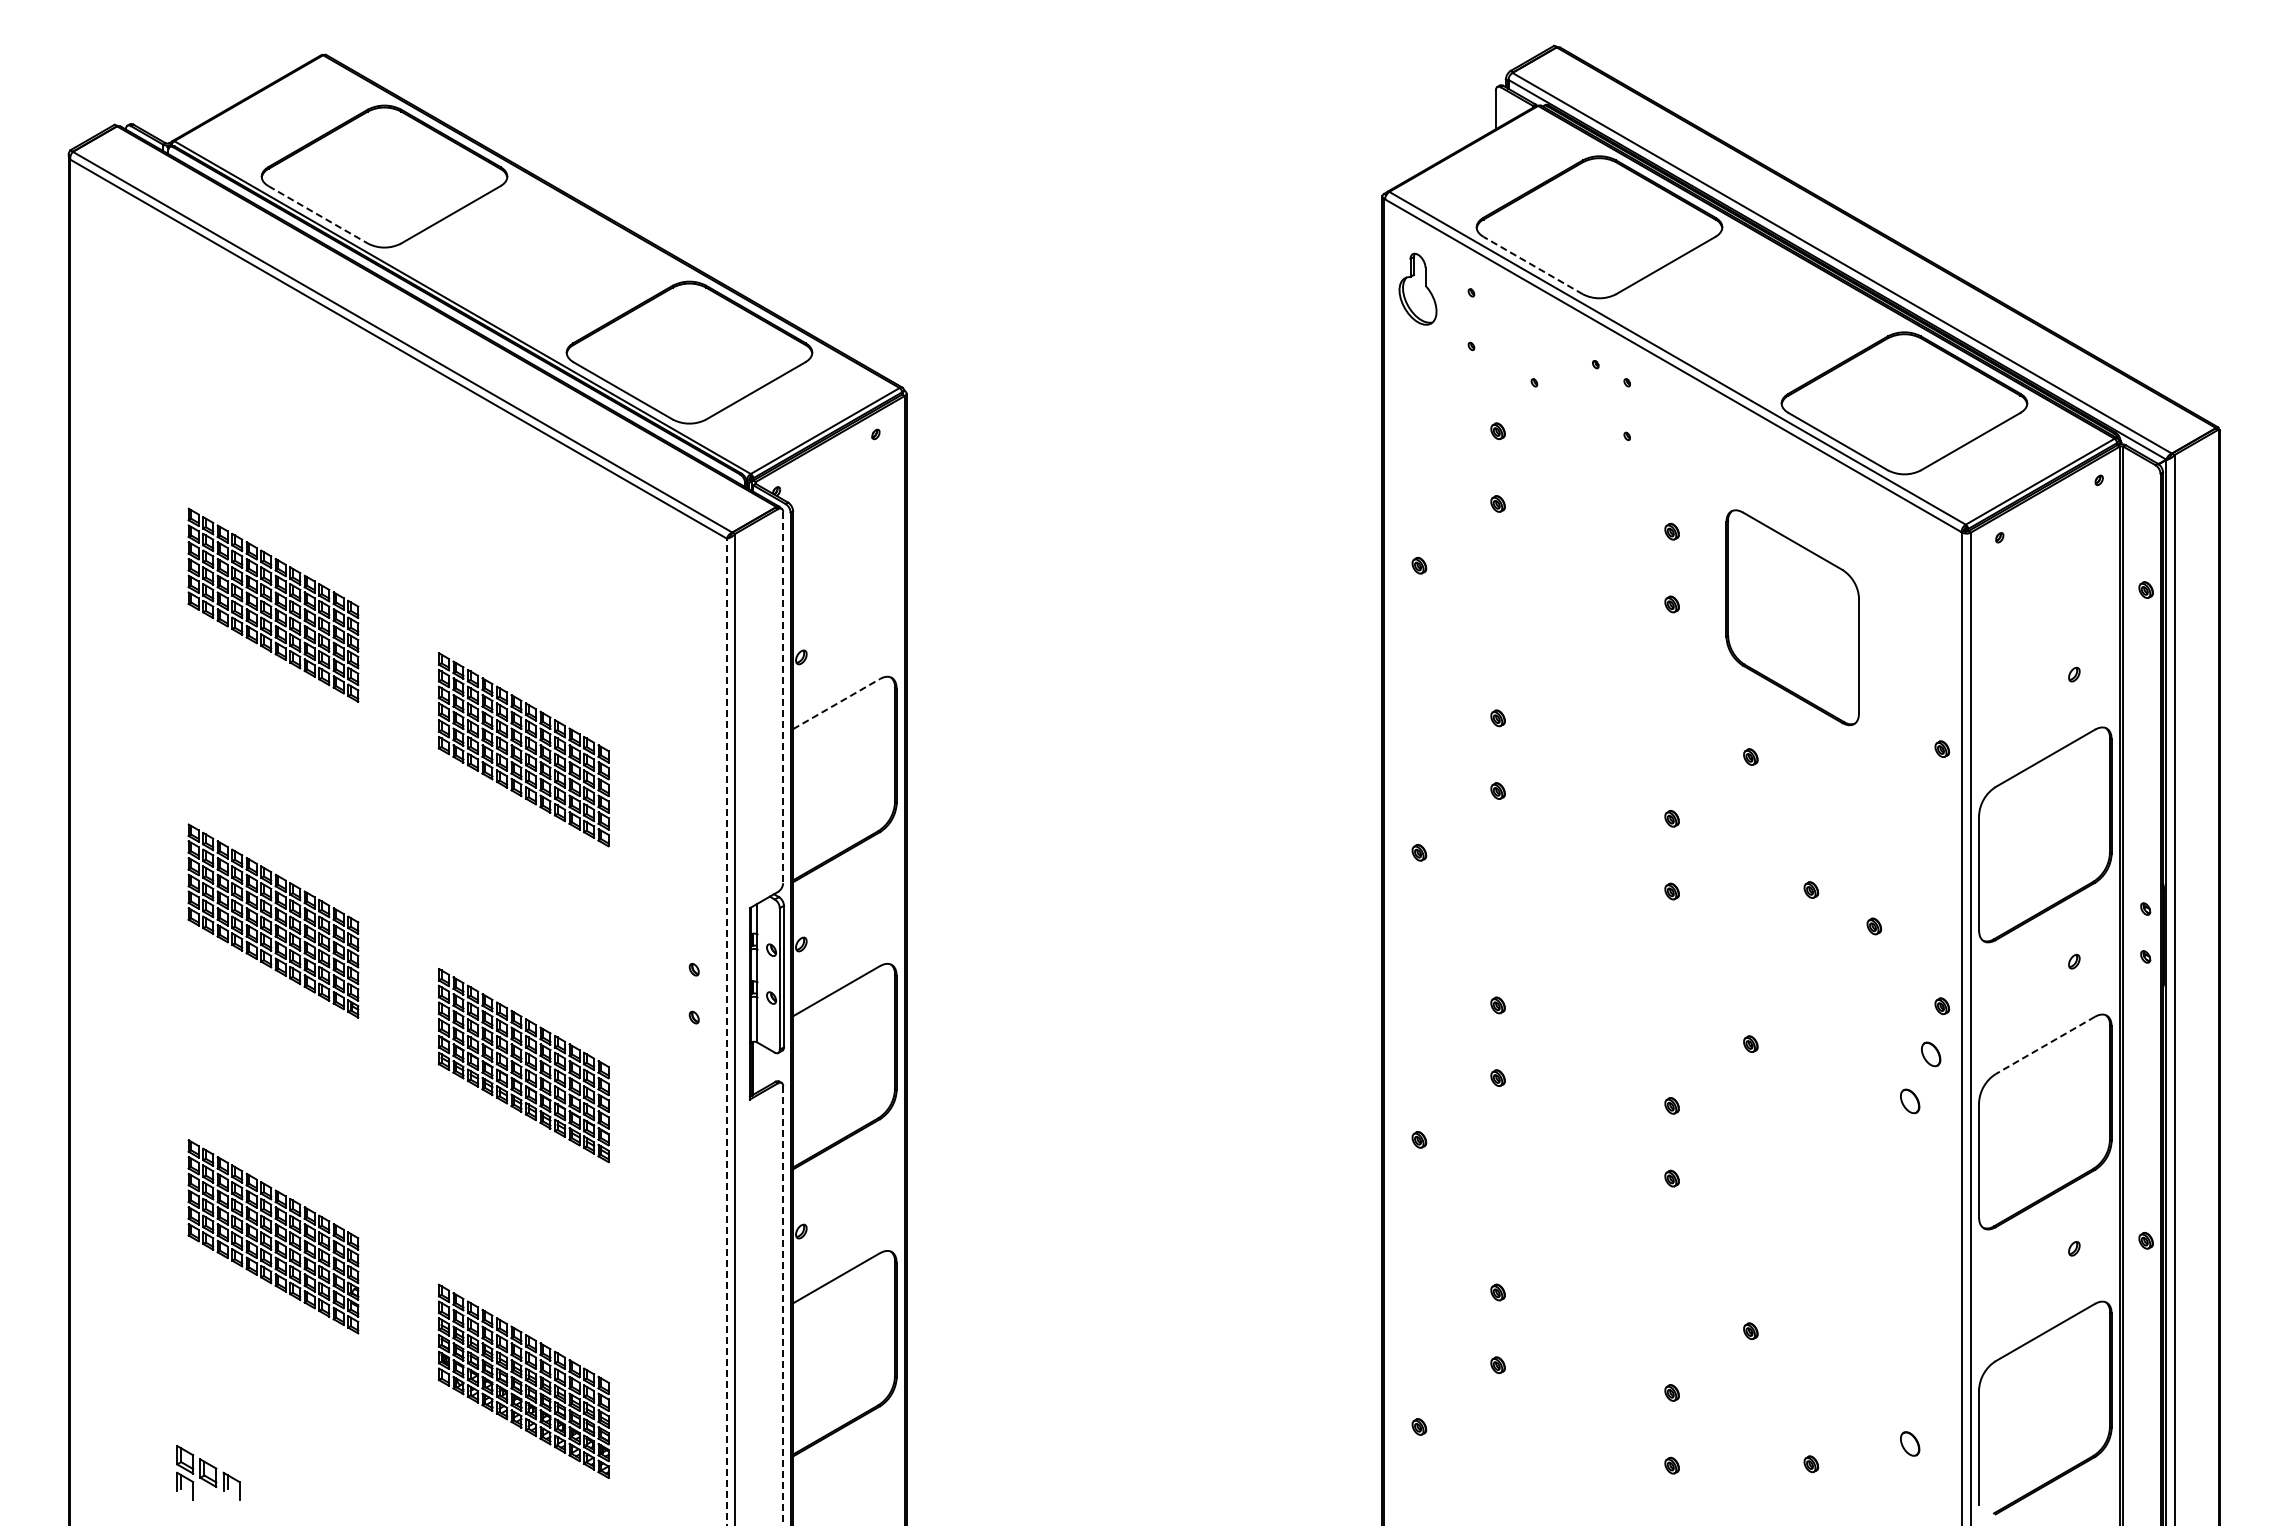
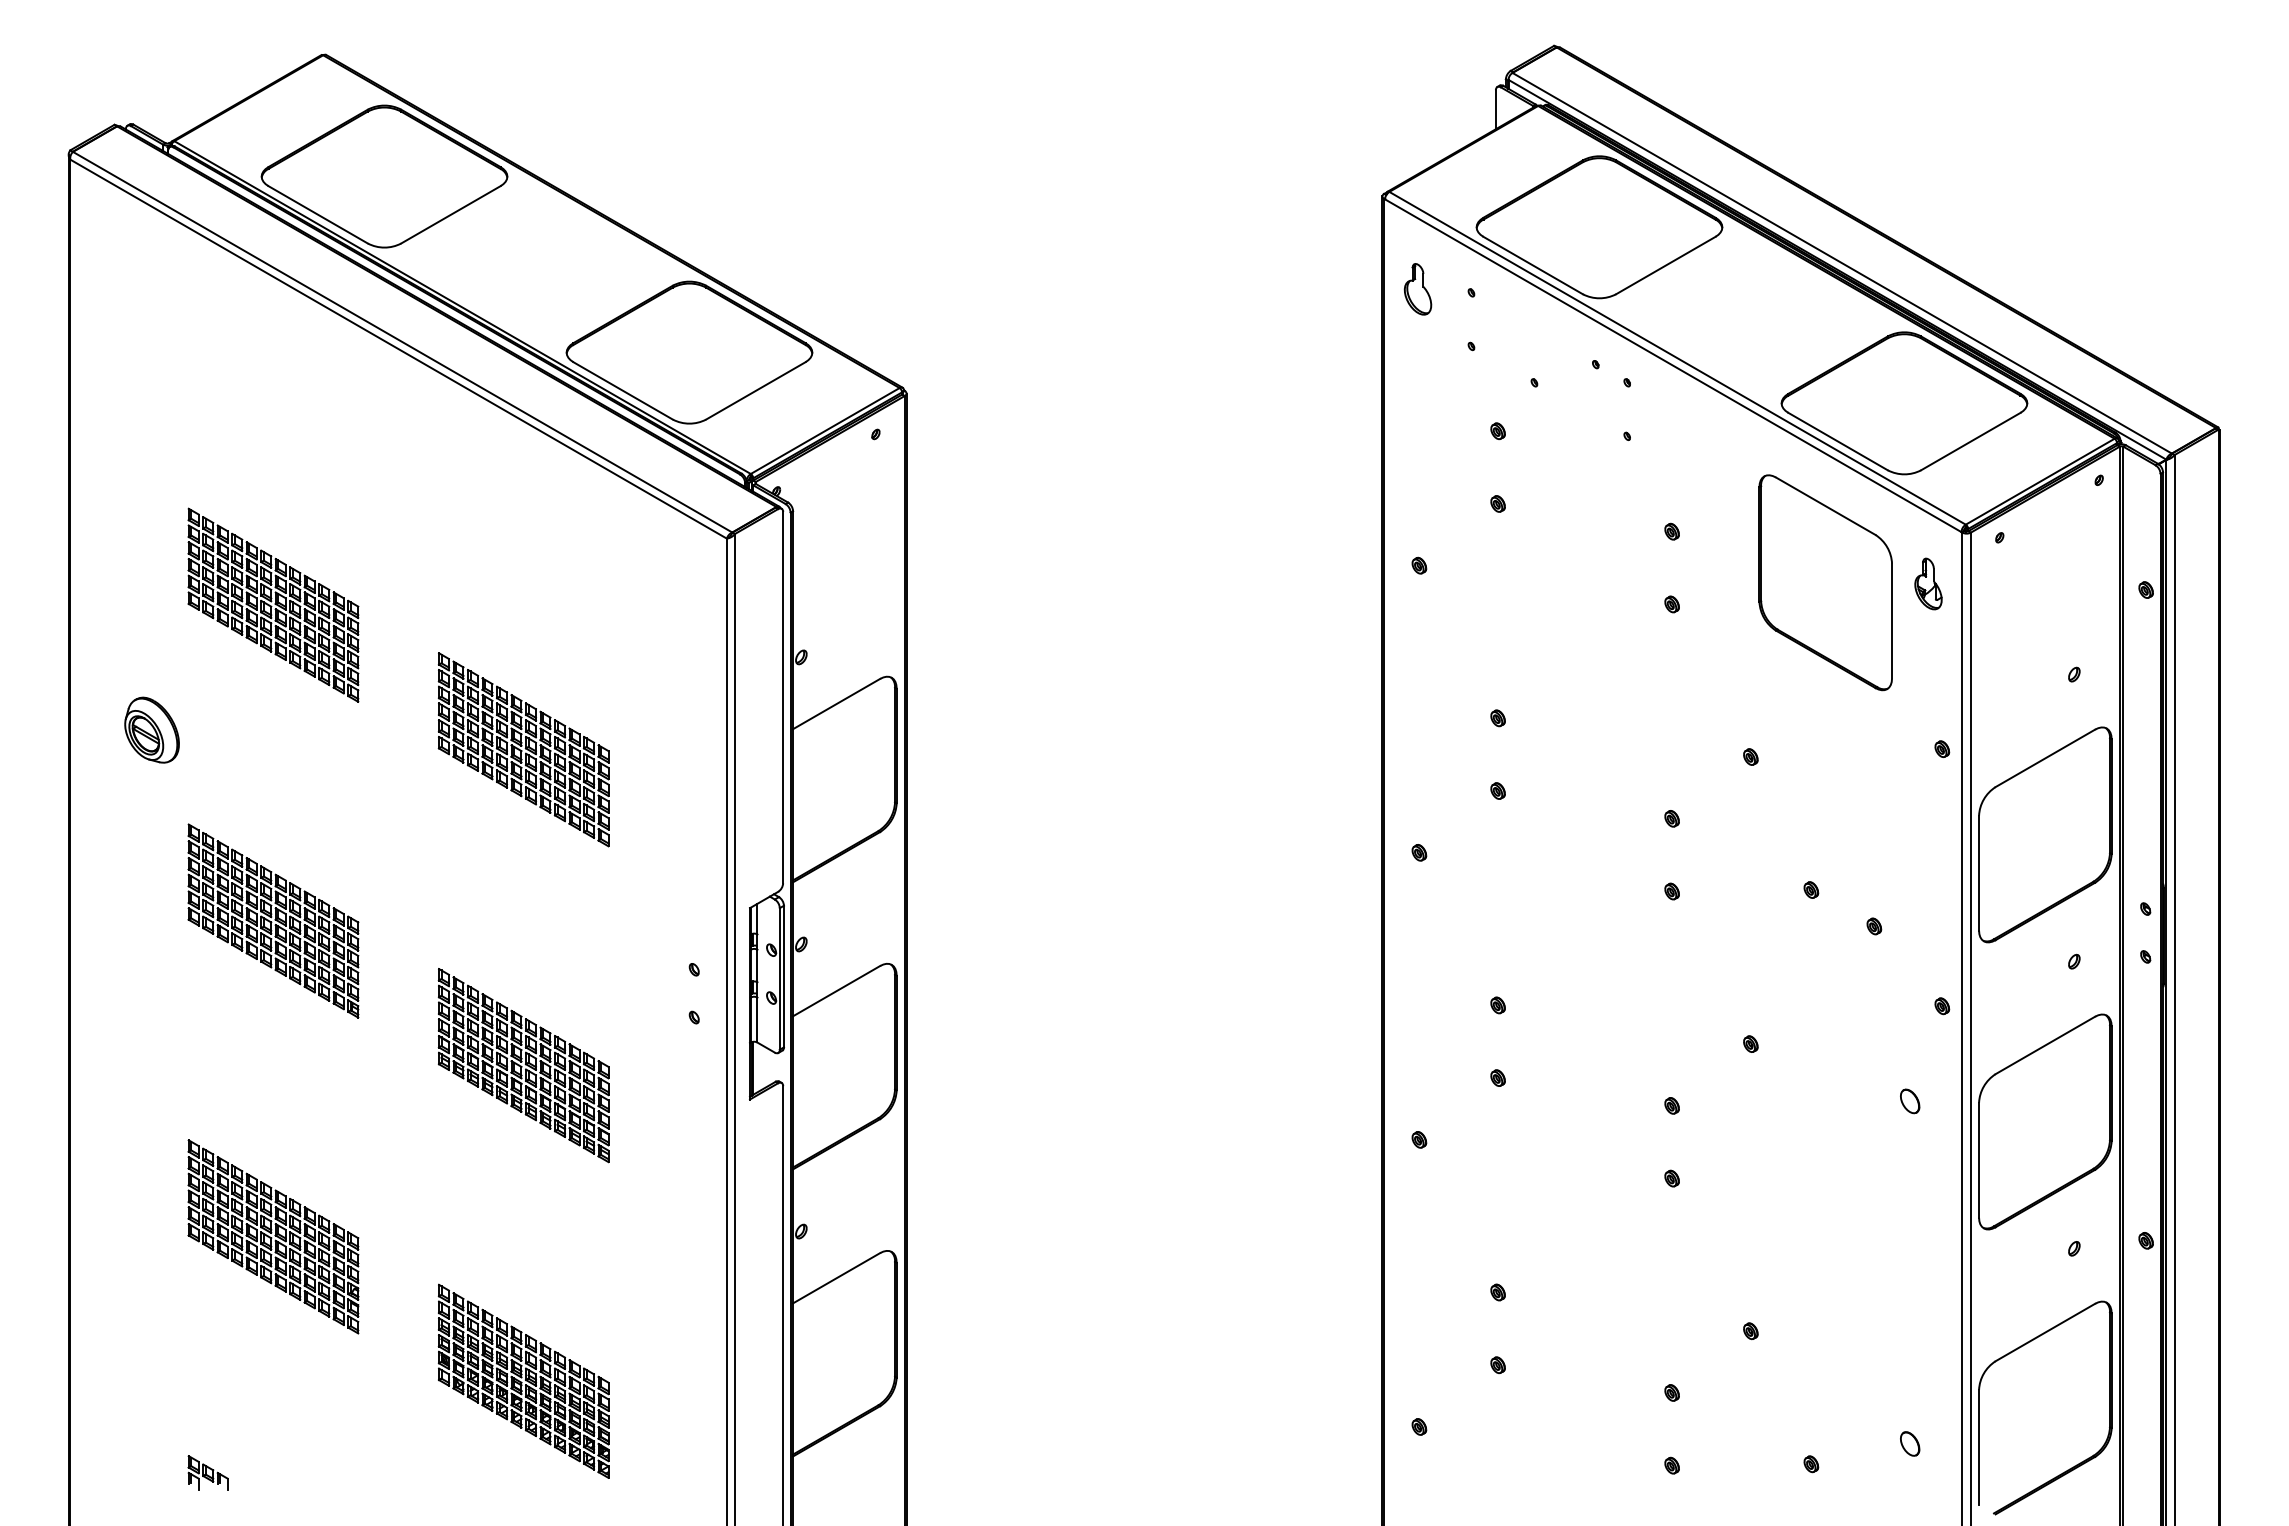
line at (318, 215): dashed -> solid
line at (1532, 265): dashed -> solid
part at (1417, 288) size: 40x74 px -> 30x53 px
part at (1928, 583): none -> present
part at (1792, 617) position: (1792, 617) -> (1825, 582)
line at (783, 697): dashed -> solid
line at (837, 703): dashed -> solid
part at (151, 729): none -> present
line at (726, 1031): dashed -> solid
line at (2044, 1045): dashed -> solid
part at (1931, 1054): present -> none
line at (783, 1305): dashed -> solid
part at (208, 1472) size: 65x56 px -> 42x36 px
